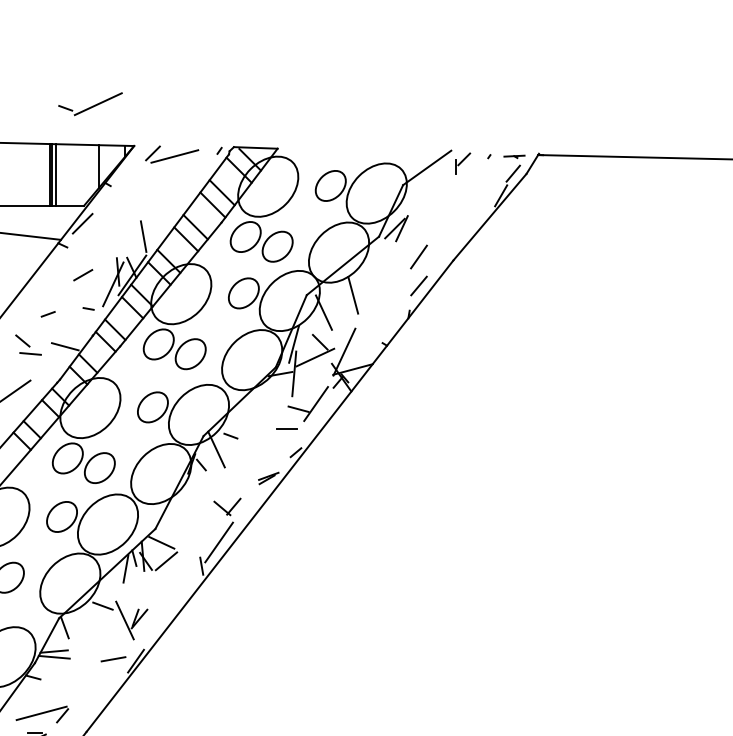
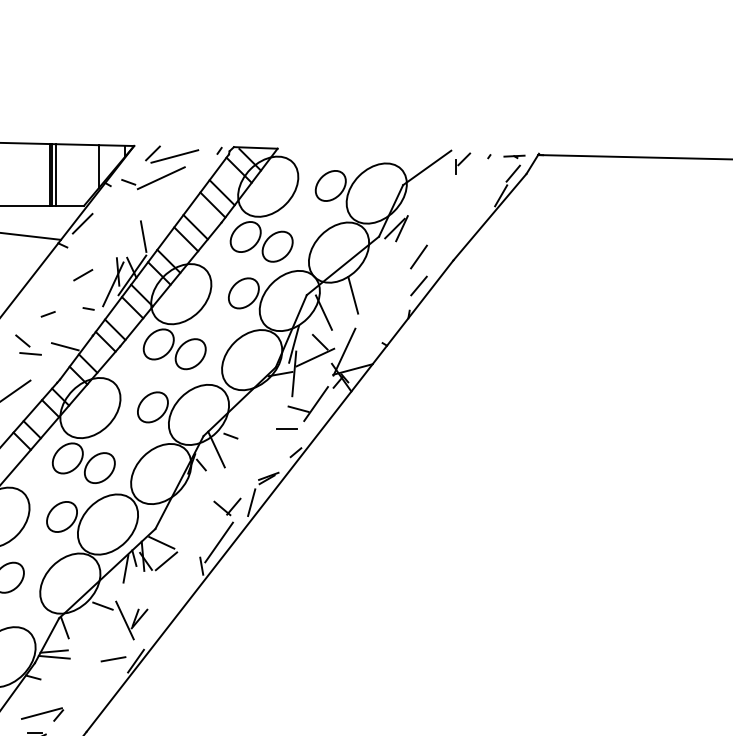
part at (90, 104) position: (90, 104) -> (153, 178)
line at (251, 502): none -> present
part at (42, 714) size: 55x19 px -> 44x15 px
